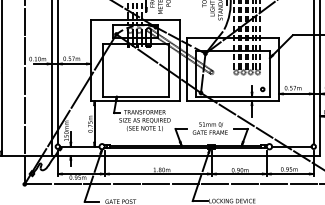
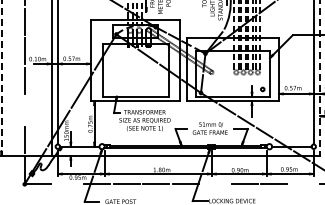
line at (1, 78): solid -> dashed
line at (320, 78): solid -> dashed
line at (24, 110): present -> none
line at (67, 184): present -> none
line at (215, 184): present -> none
line at (303, 184): present -> none
